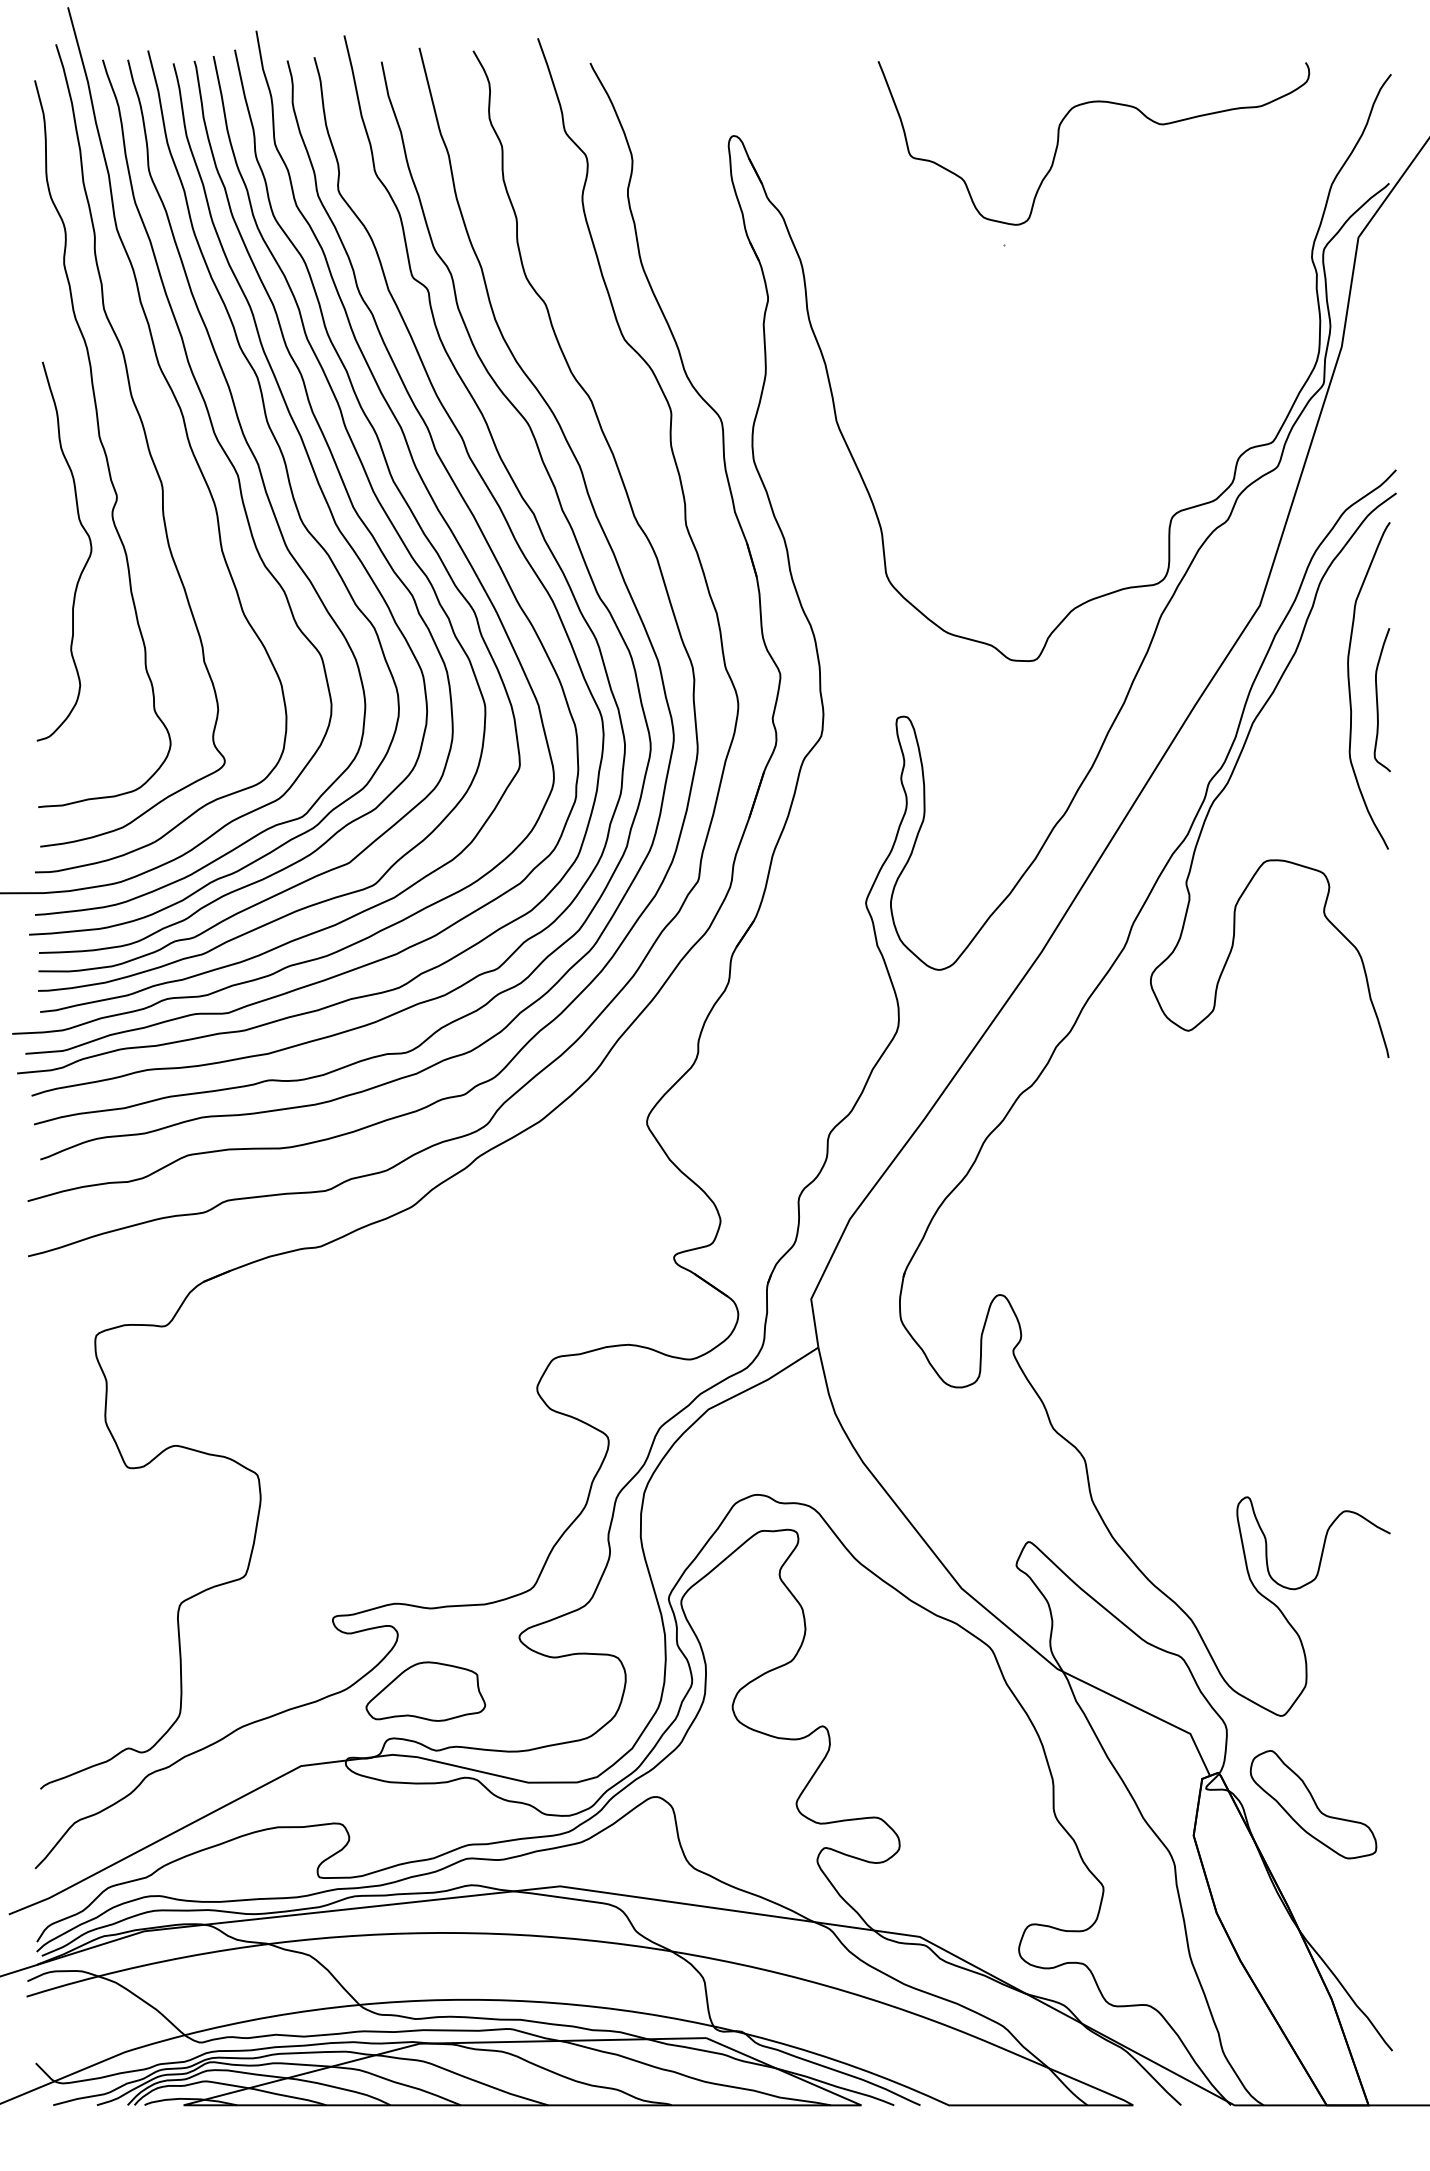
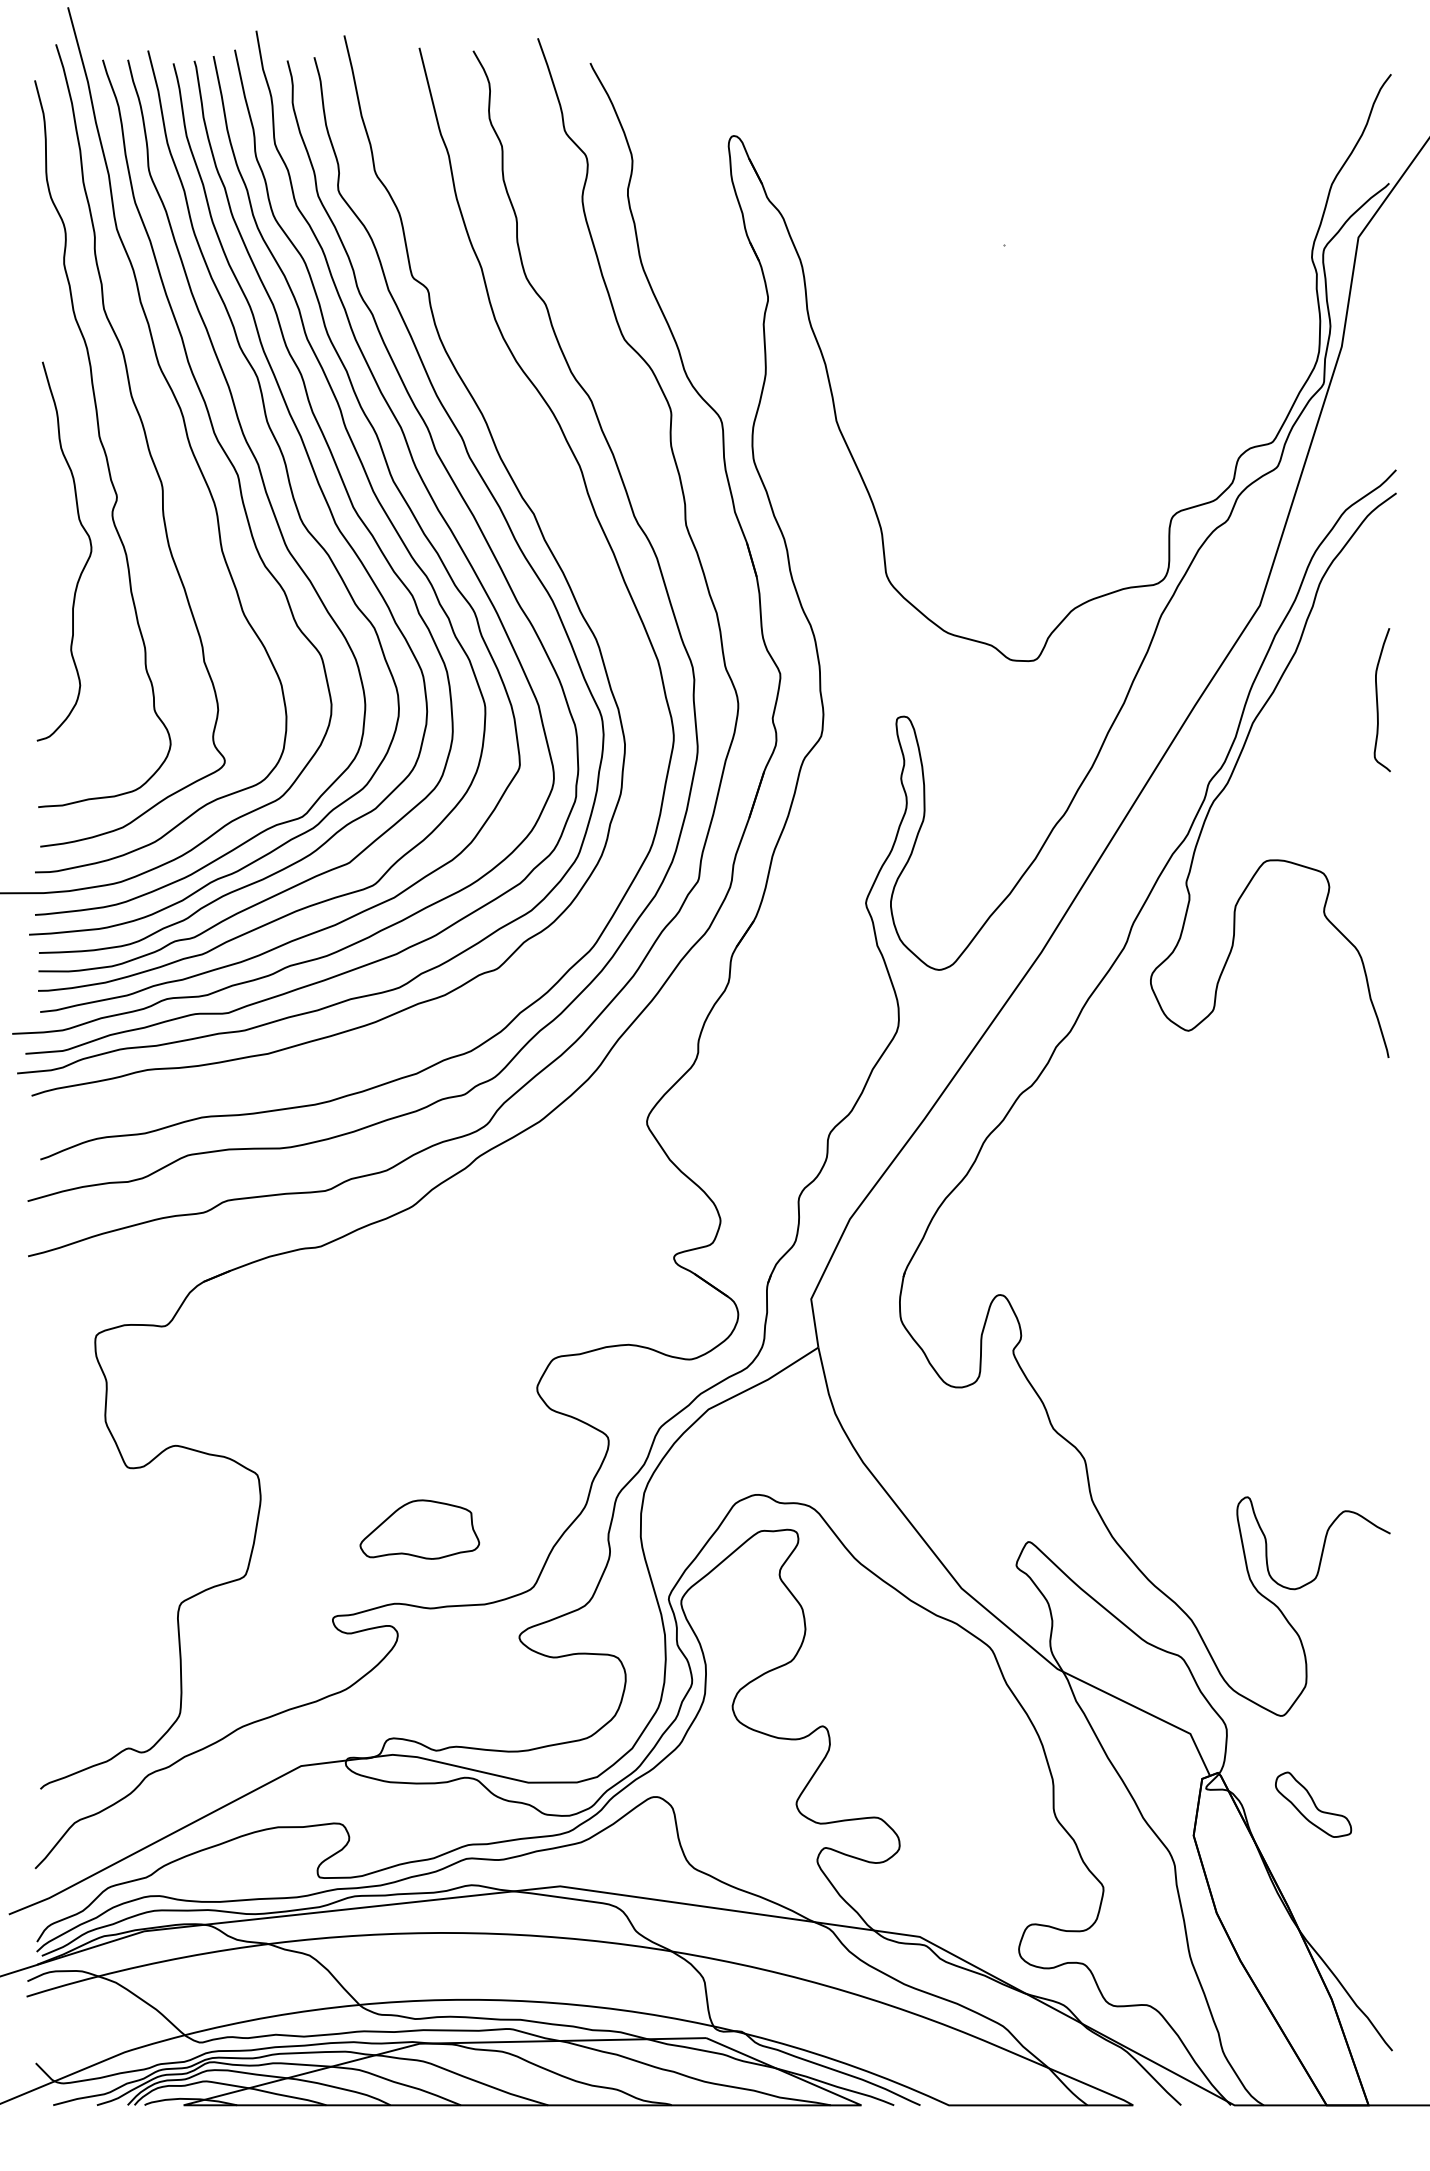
curve at (1059, 138): present -> none
curve at (560, 508): present -> none
curve at (1350, 686): present -> none
part at (425, 1691) position: (425, 1691) -> (419, 1529)
part at (1313, 1804) size: 129x110 px -> 78x67 px
